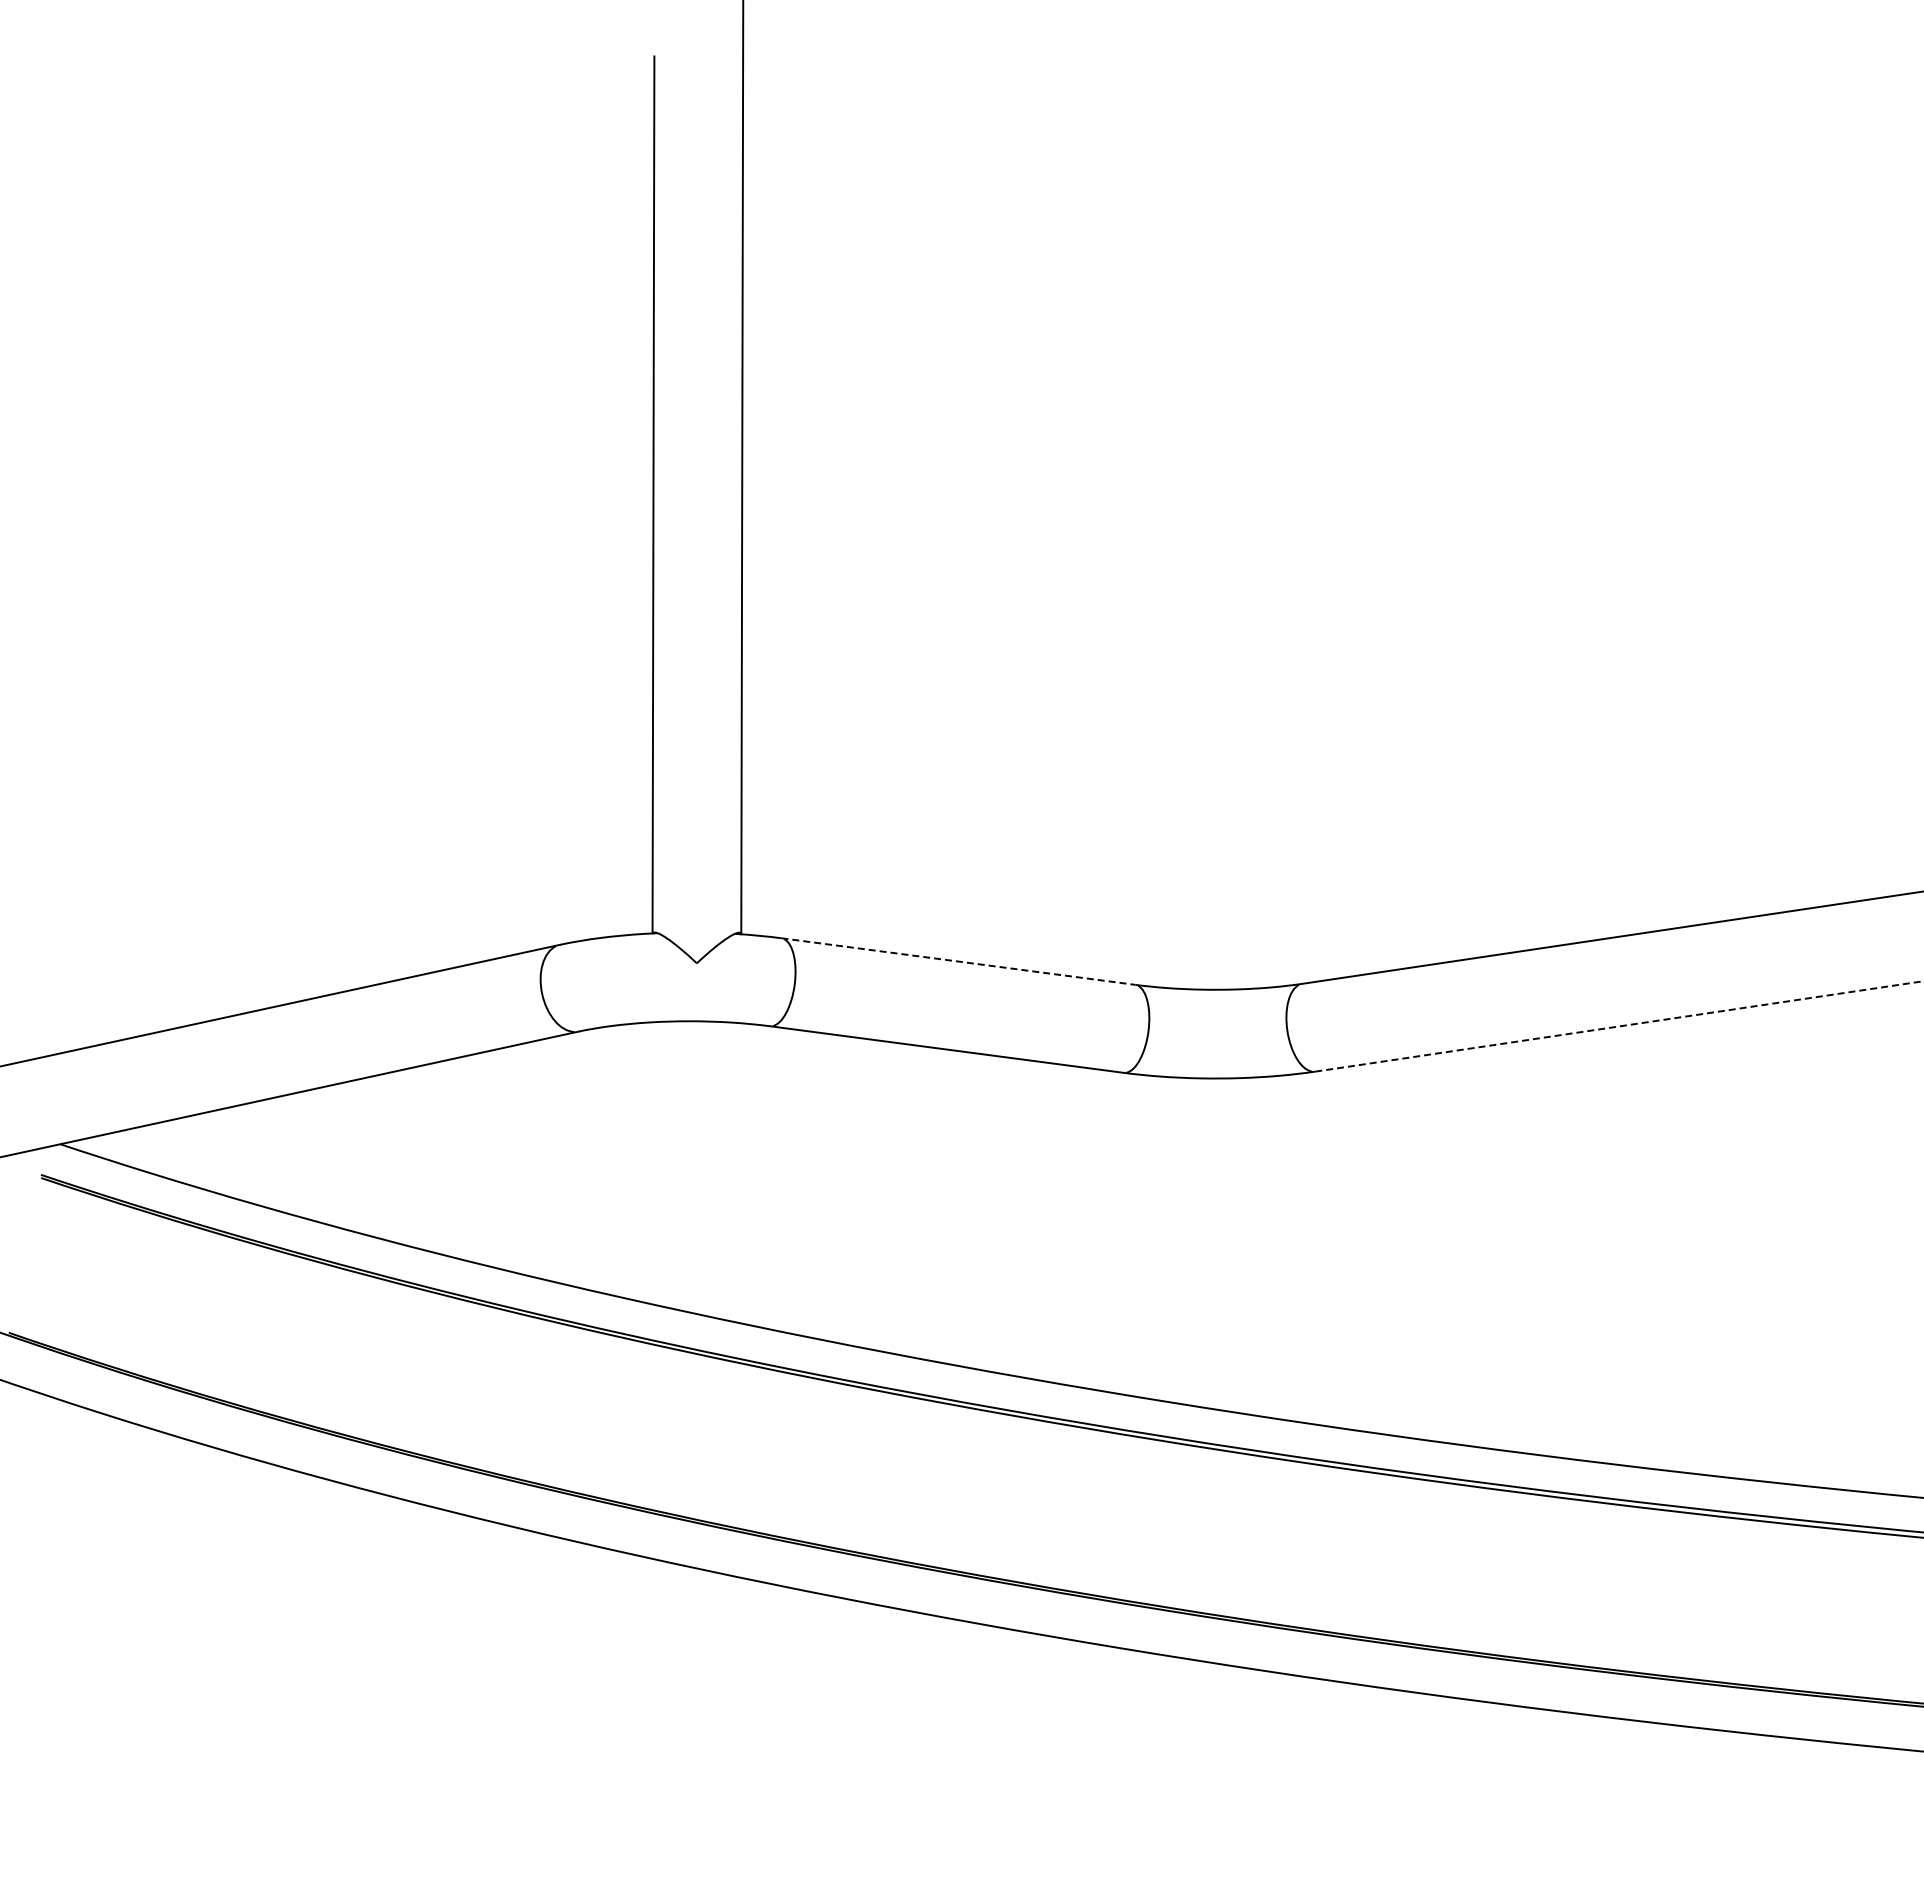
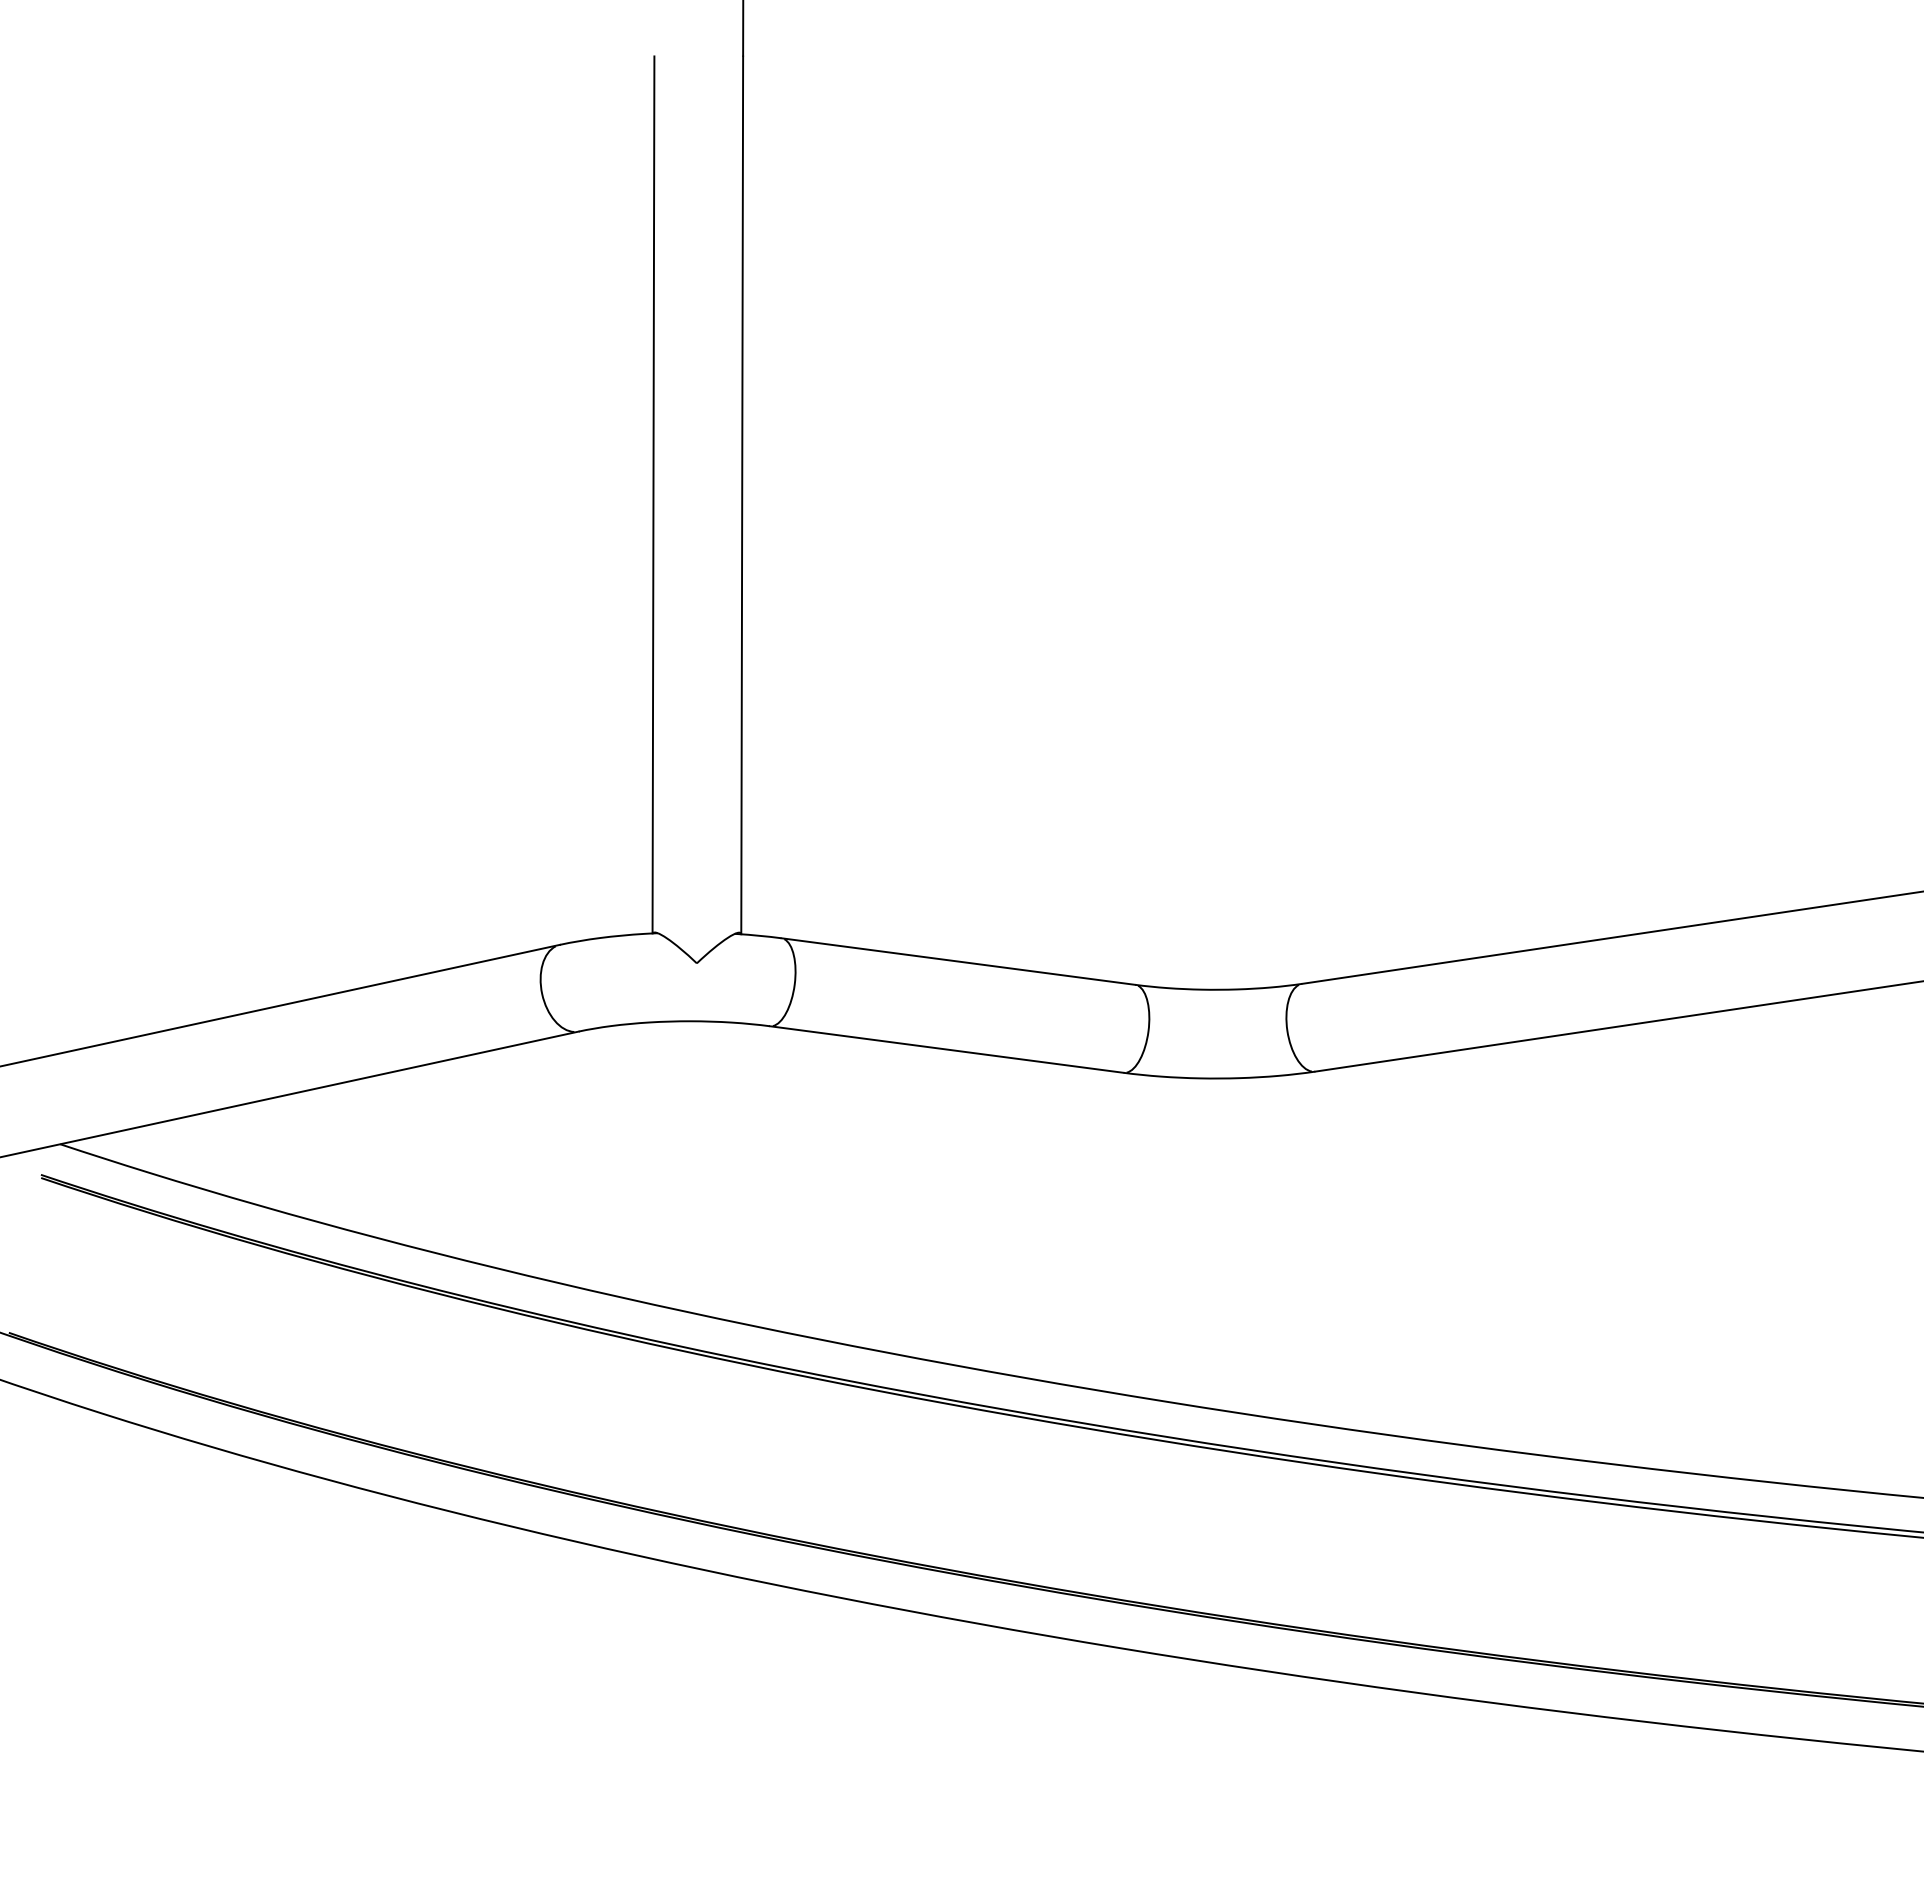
line at (958, 961): dashed -> solid
line at (1619, 1026): dashed -> solid
